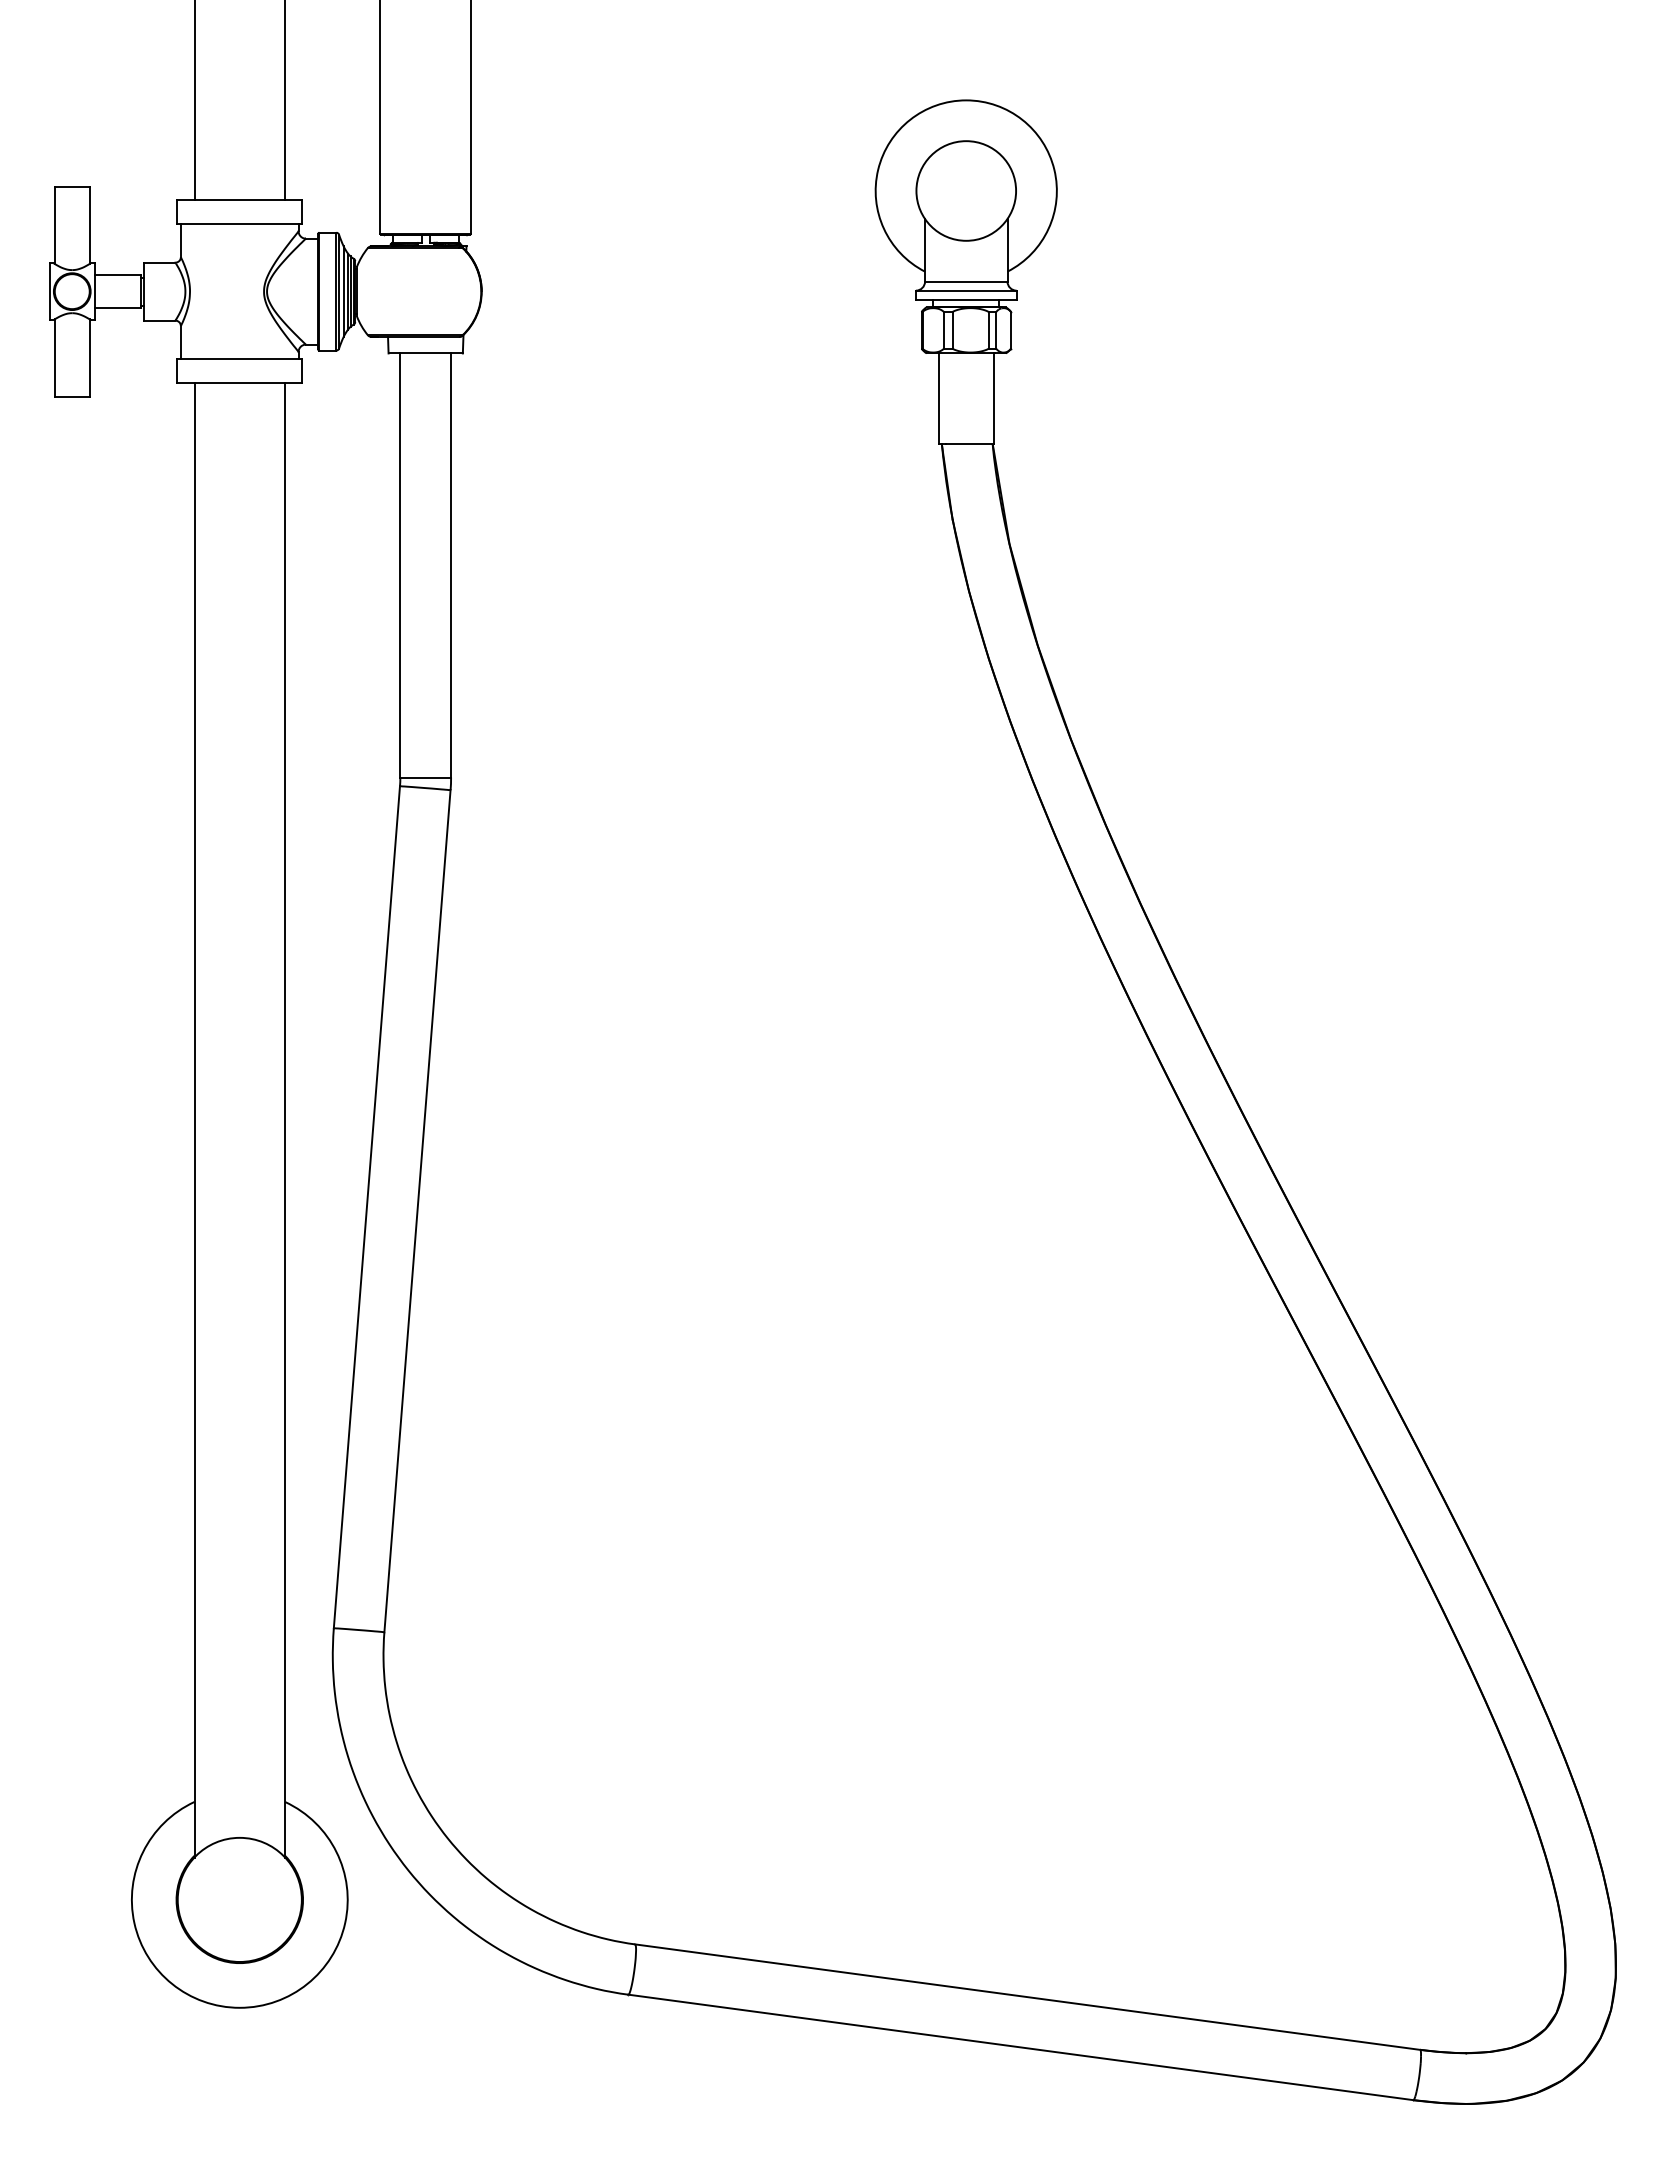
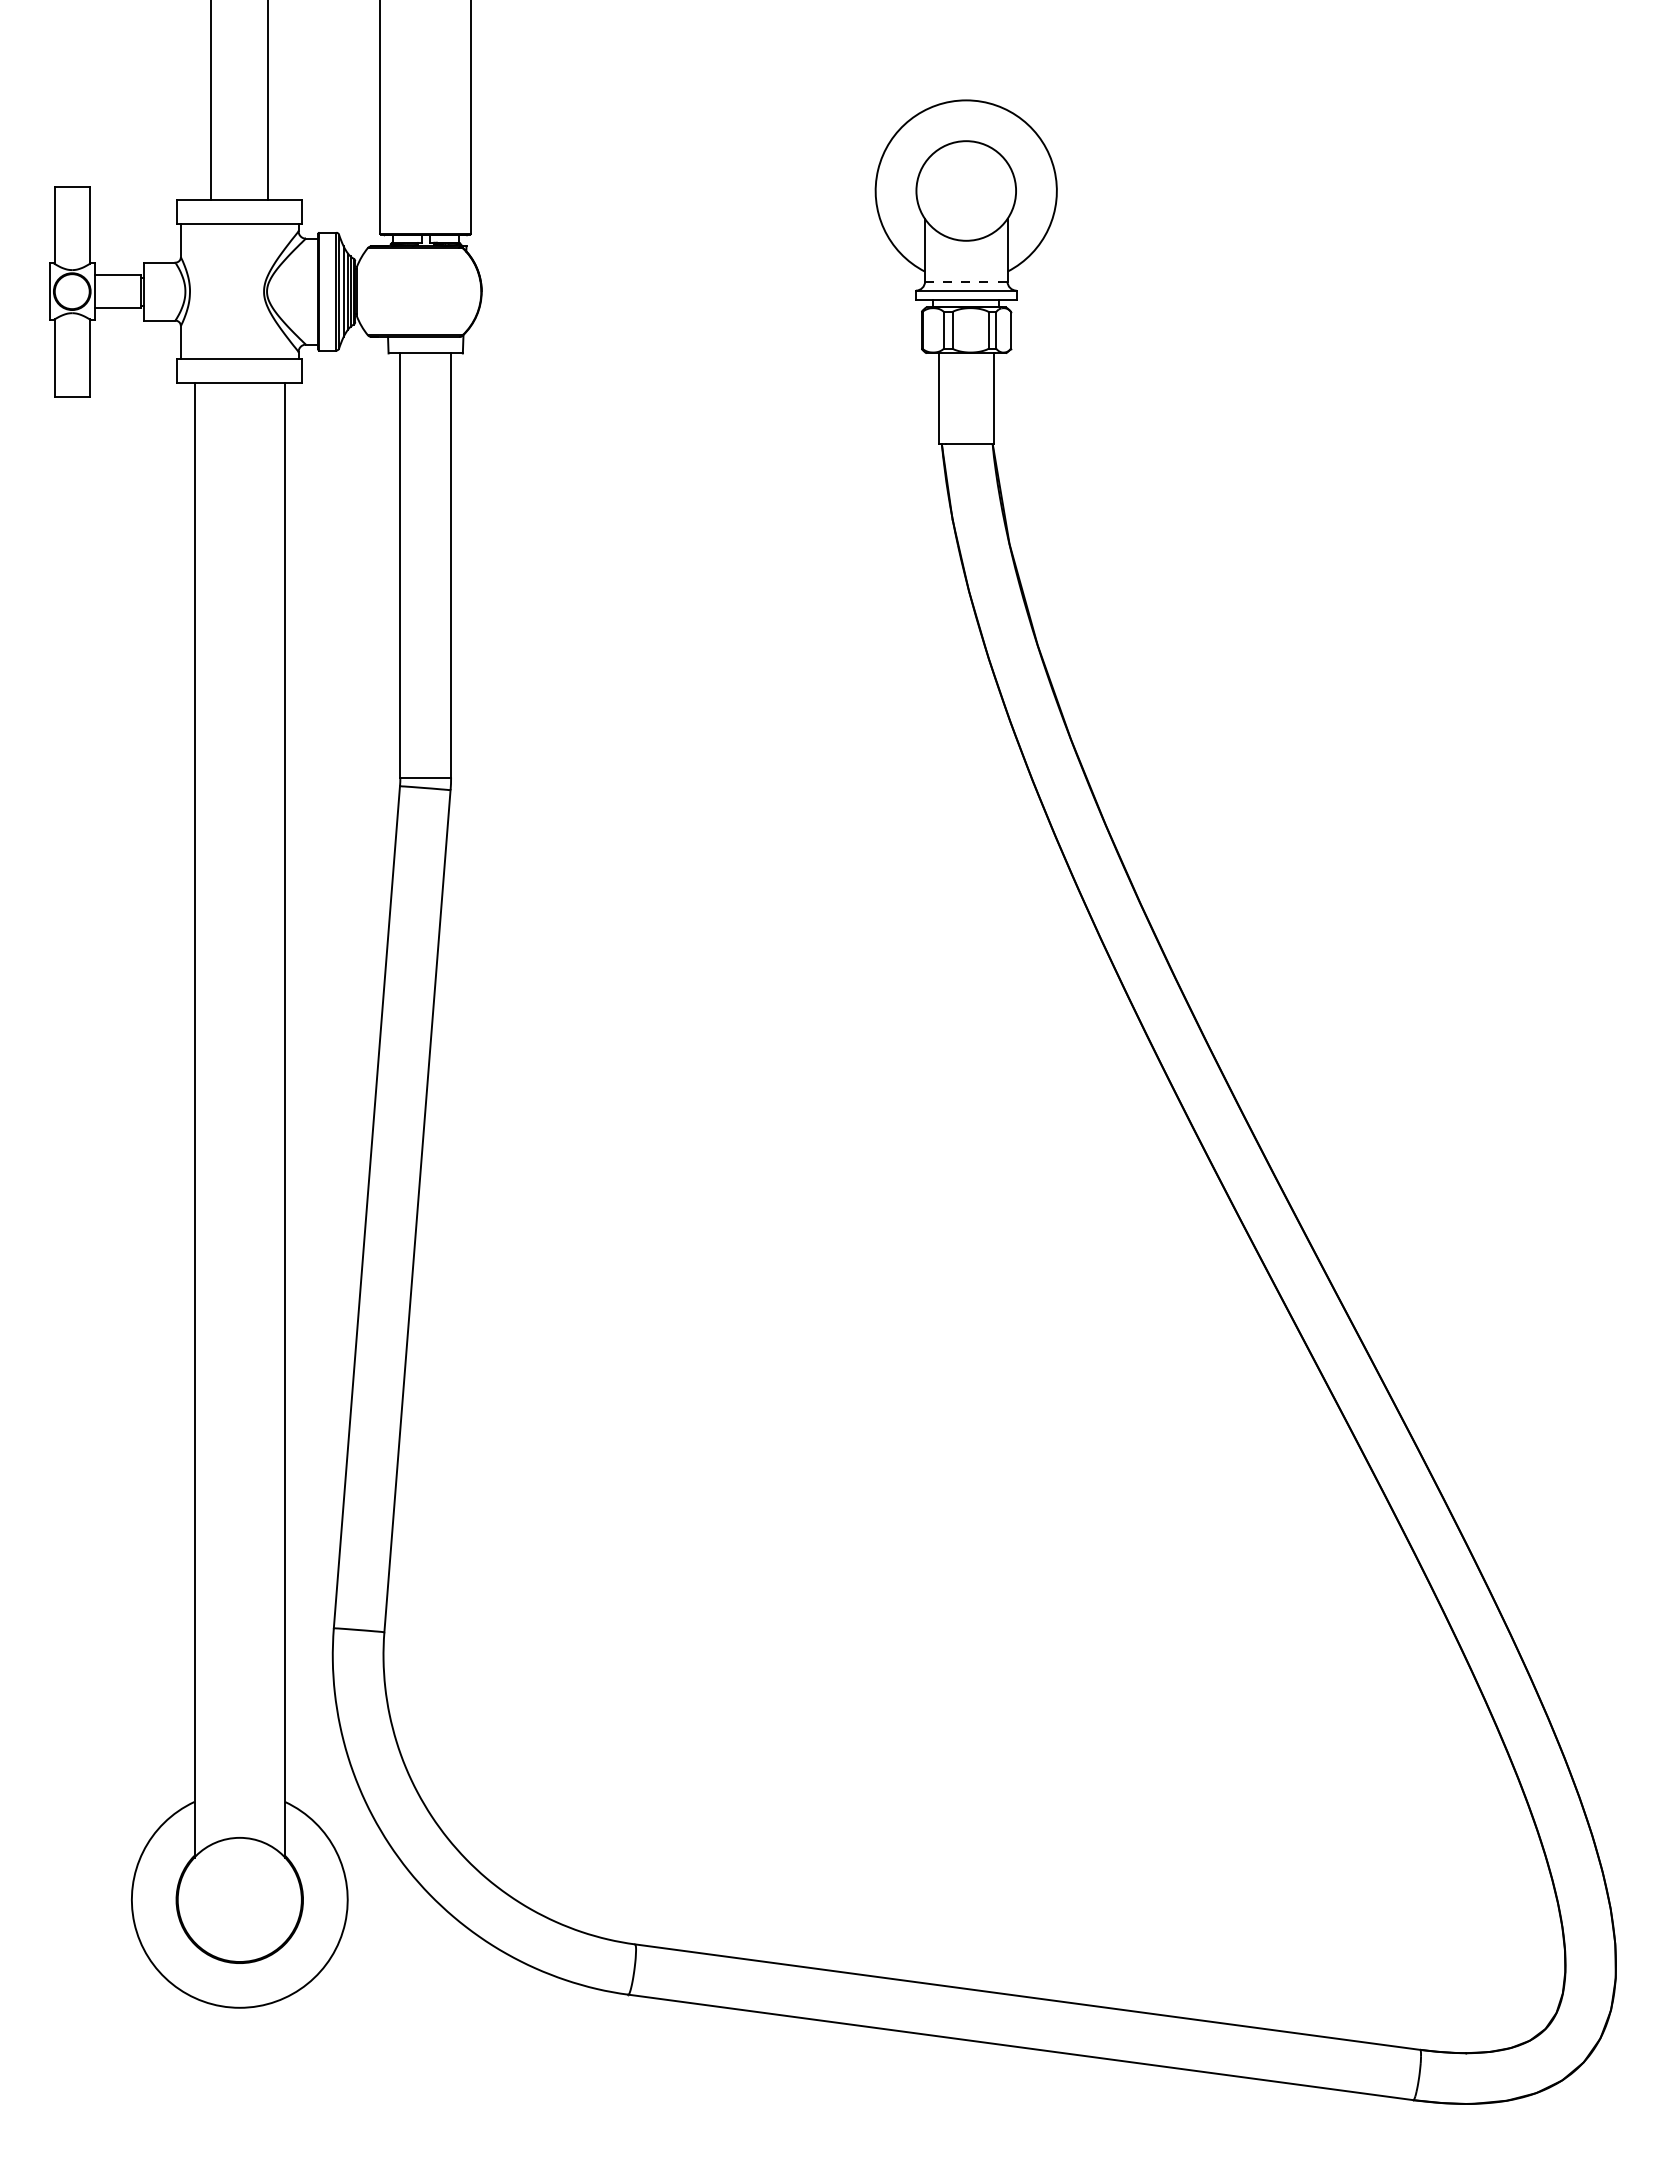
line at (194, 101) position: (194, 101) -> (210, 101)
line at (285, 101) position: (285, 101) -> (268, 101)
line at (966, 281): solid -> dashed
